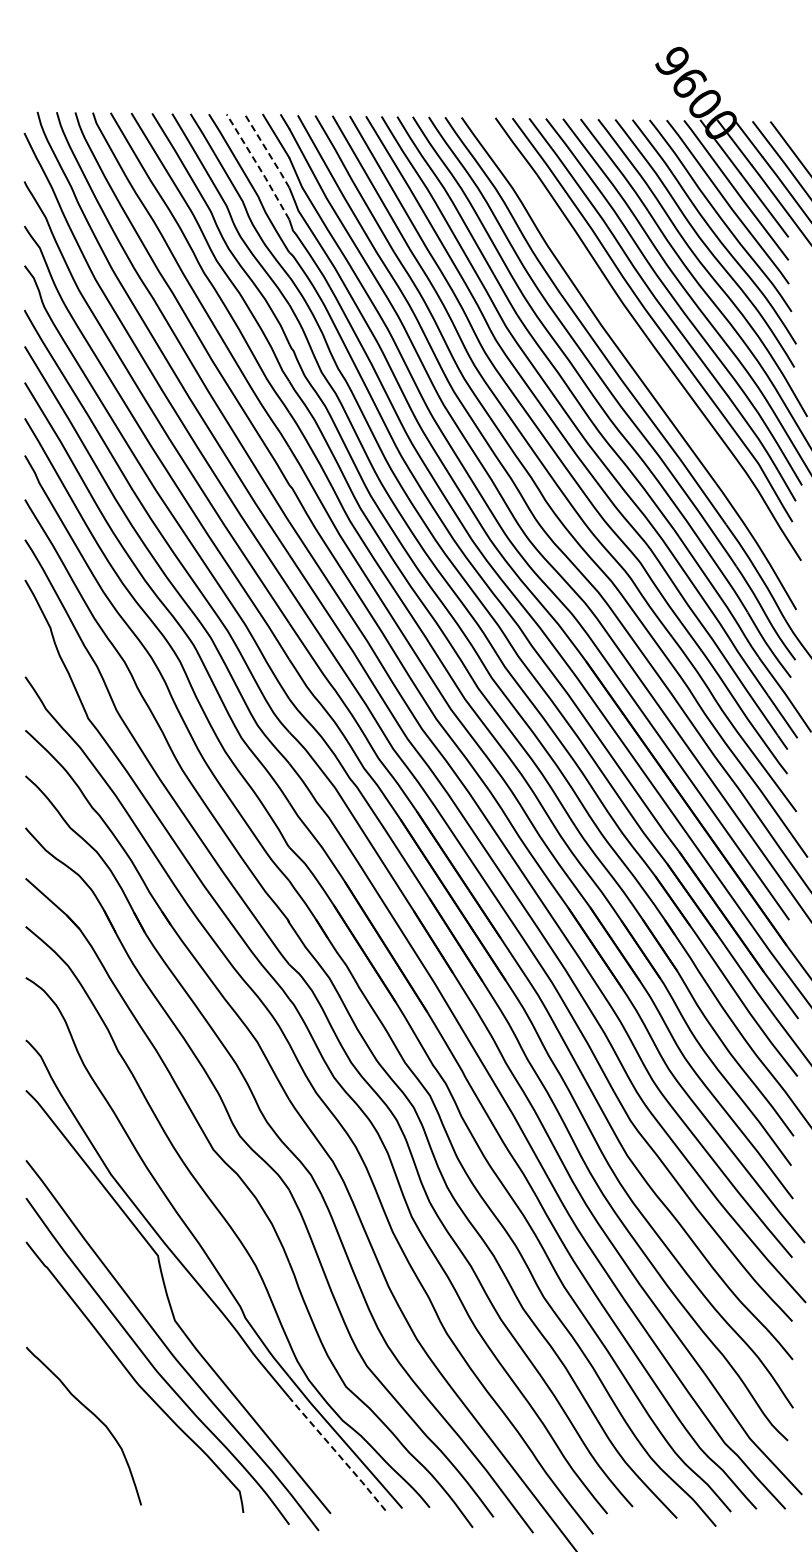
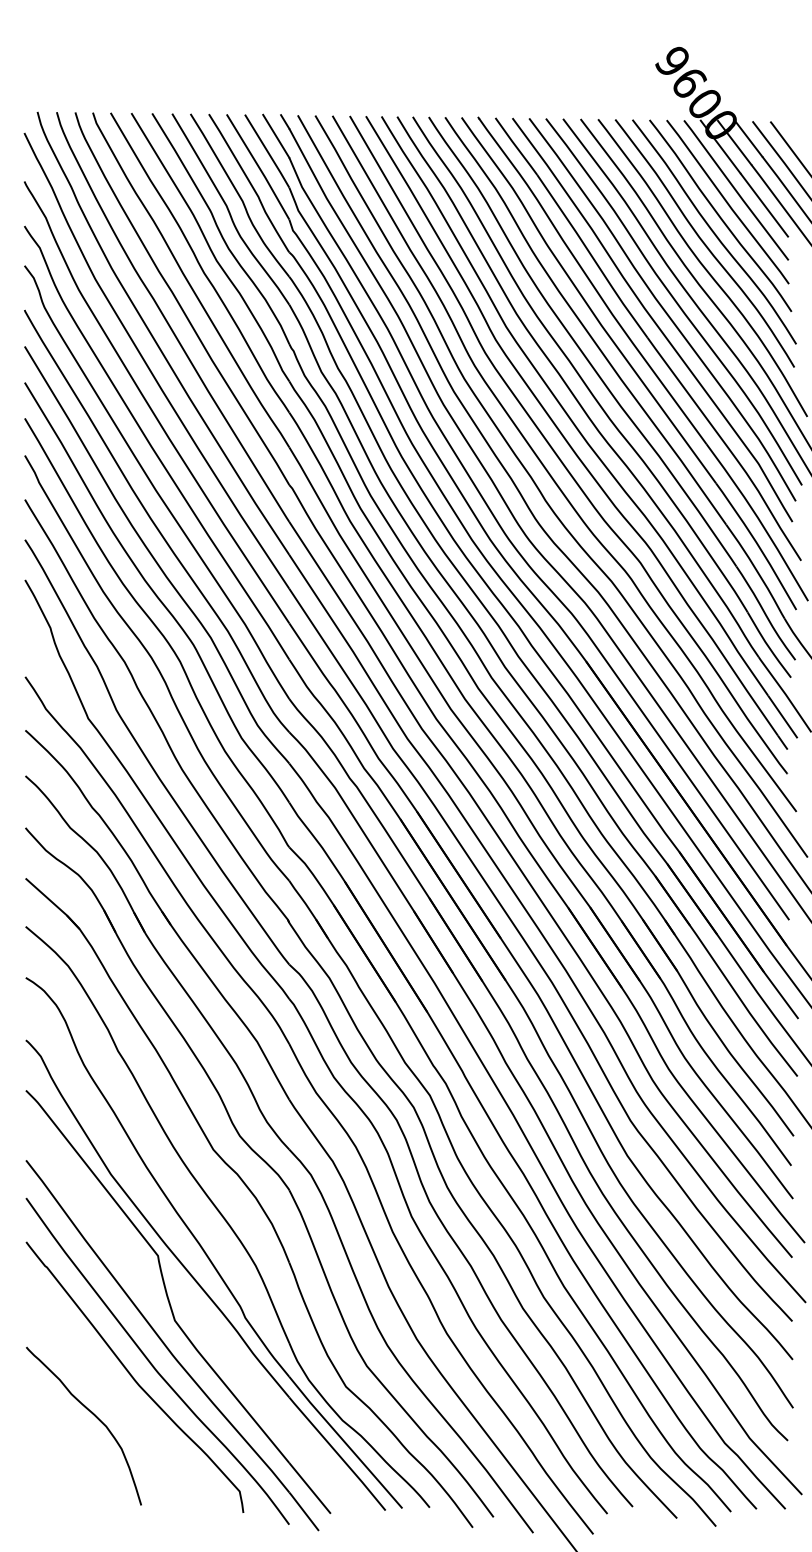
line at (267, 151): dashed -> solid
line at (258, 167): dashed -> solid
part at (642, 358): none -> present
line at (337, 1453): dashed -> solid
